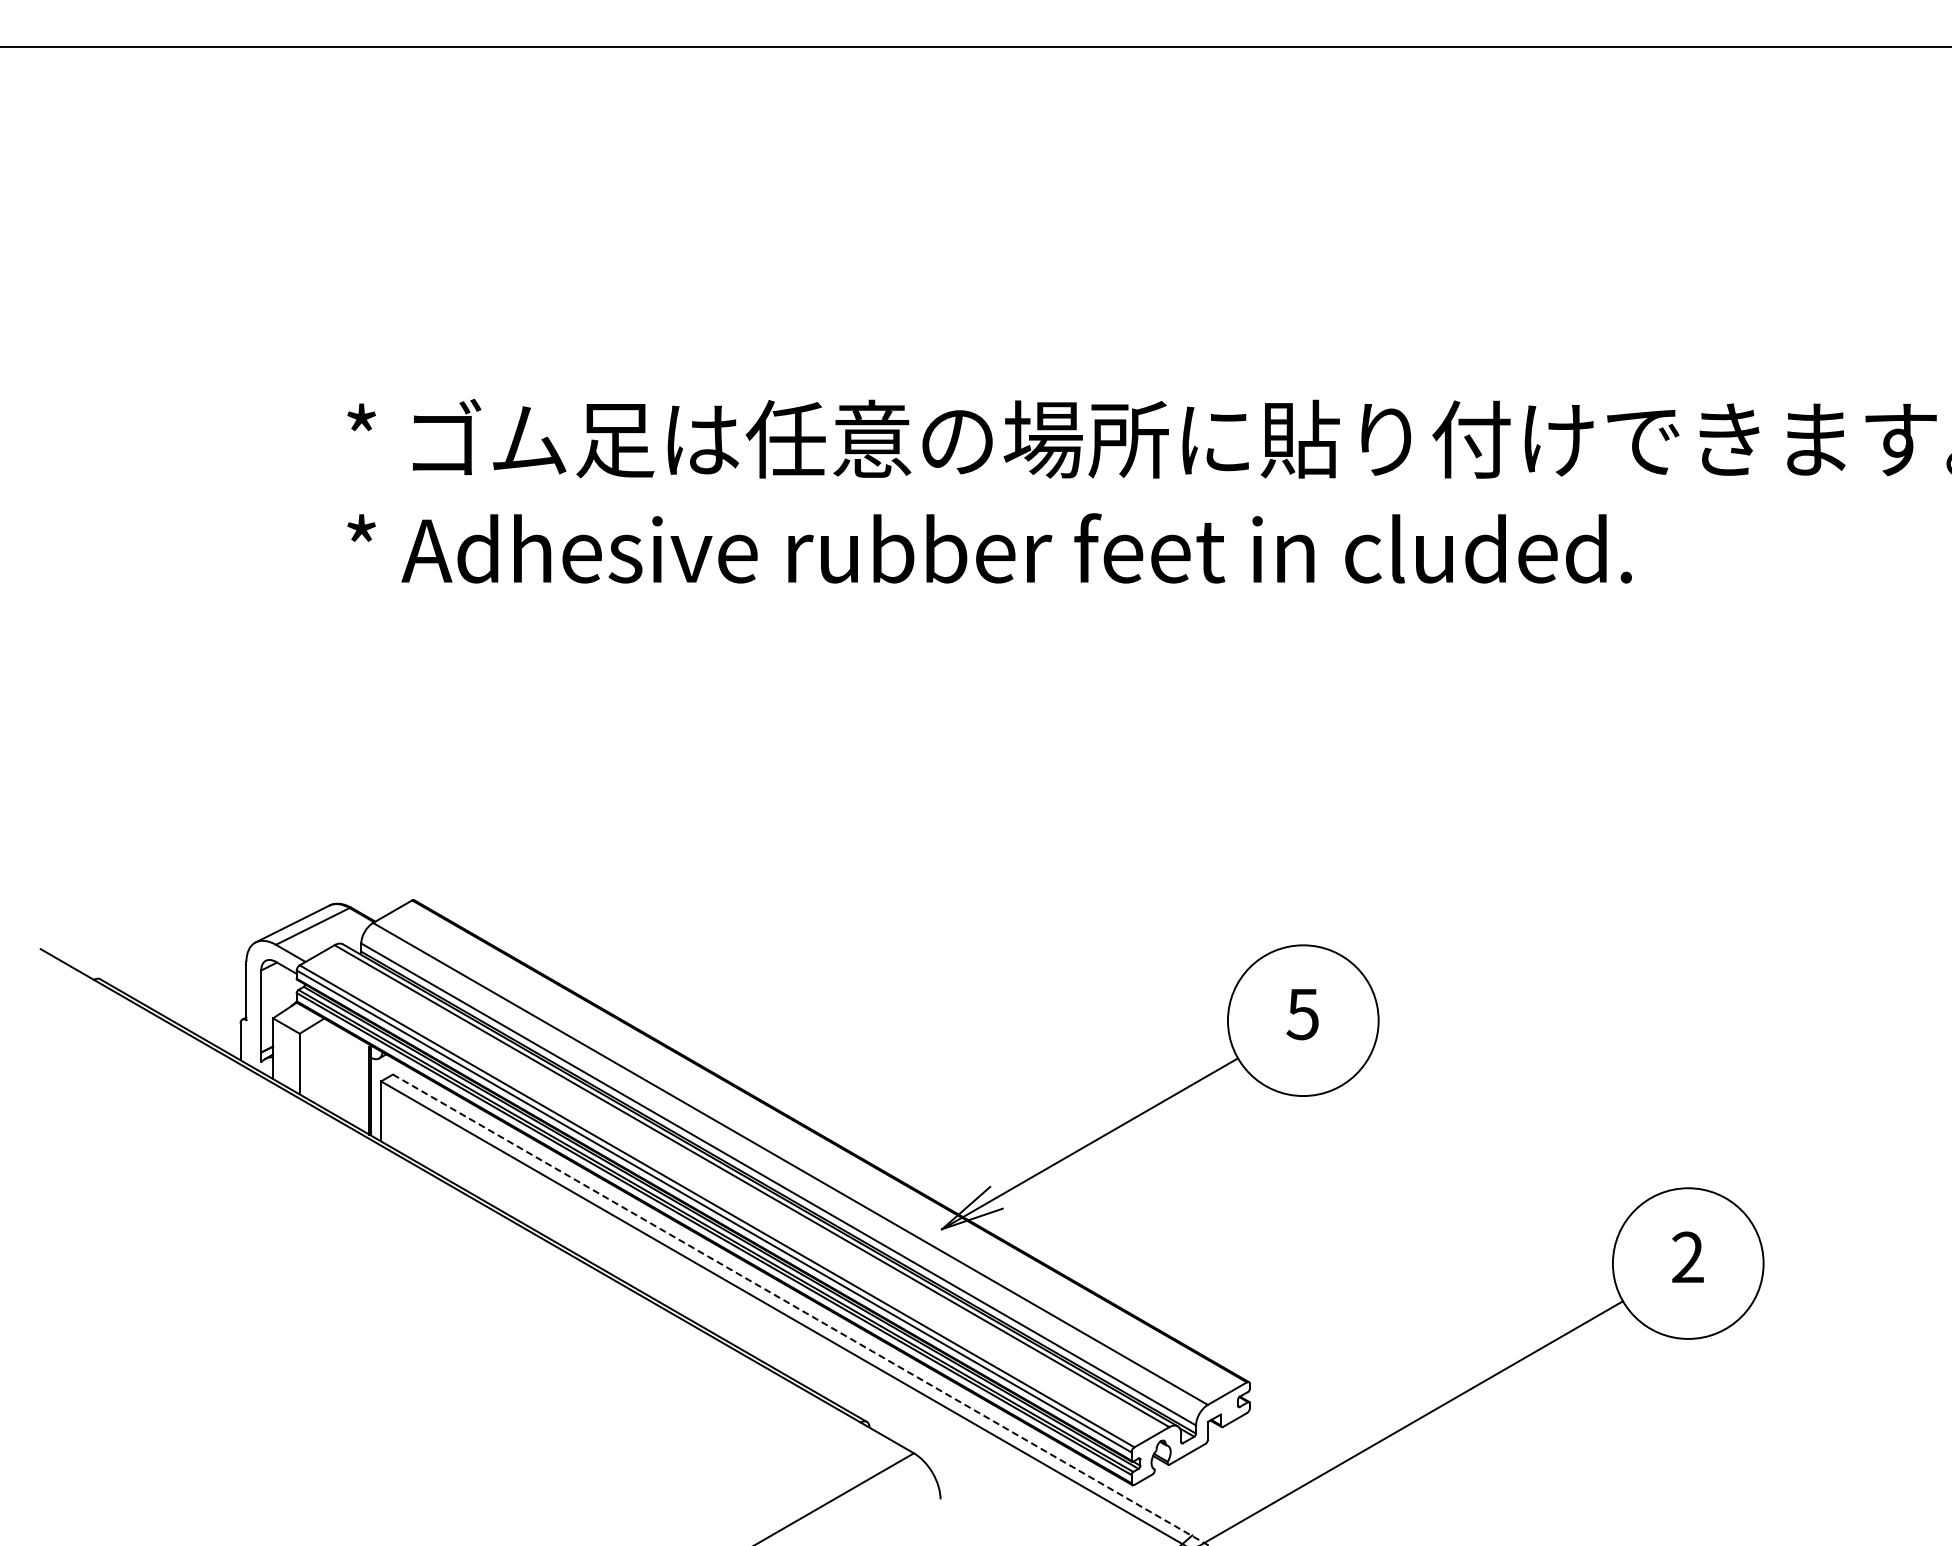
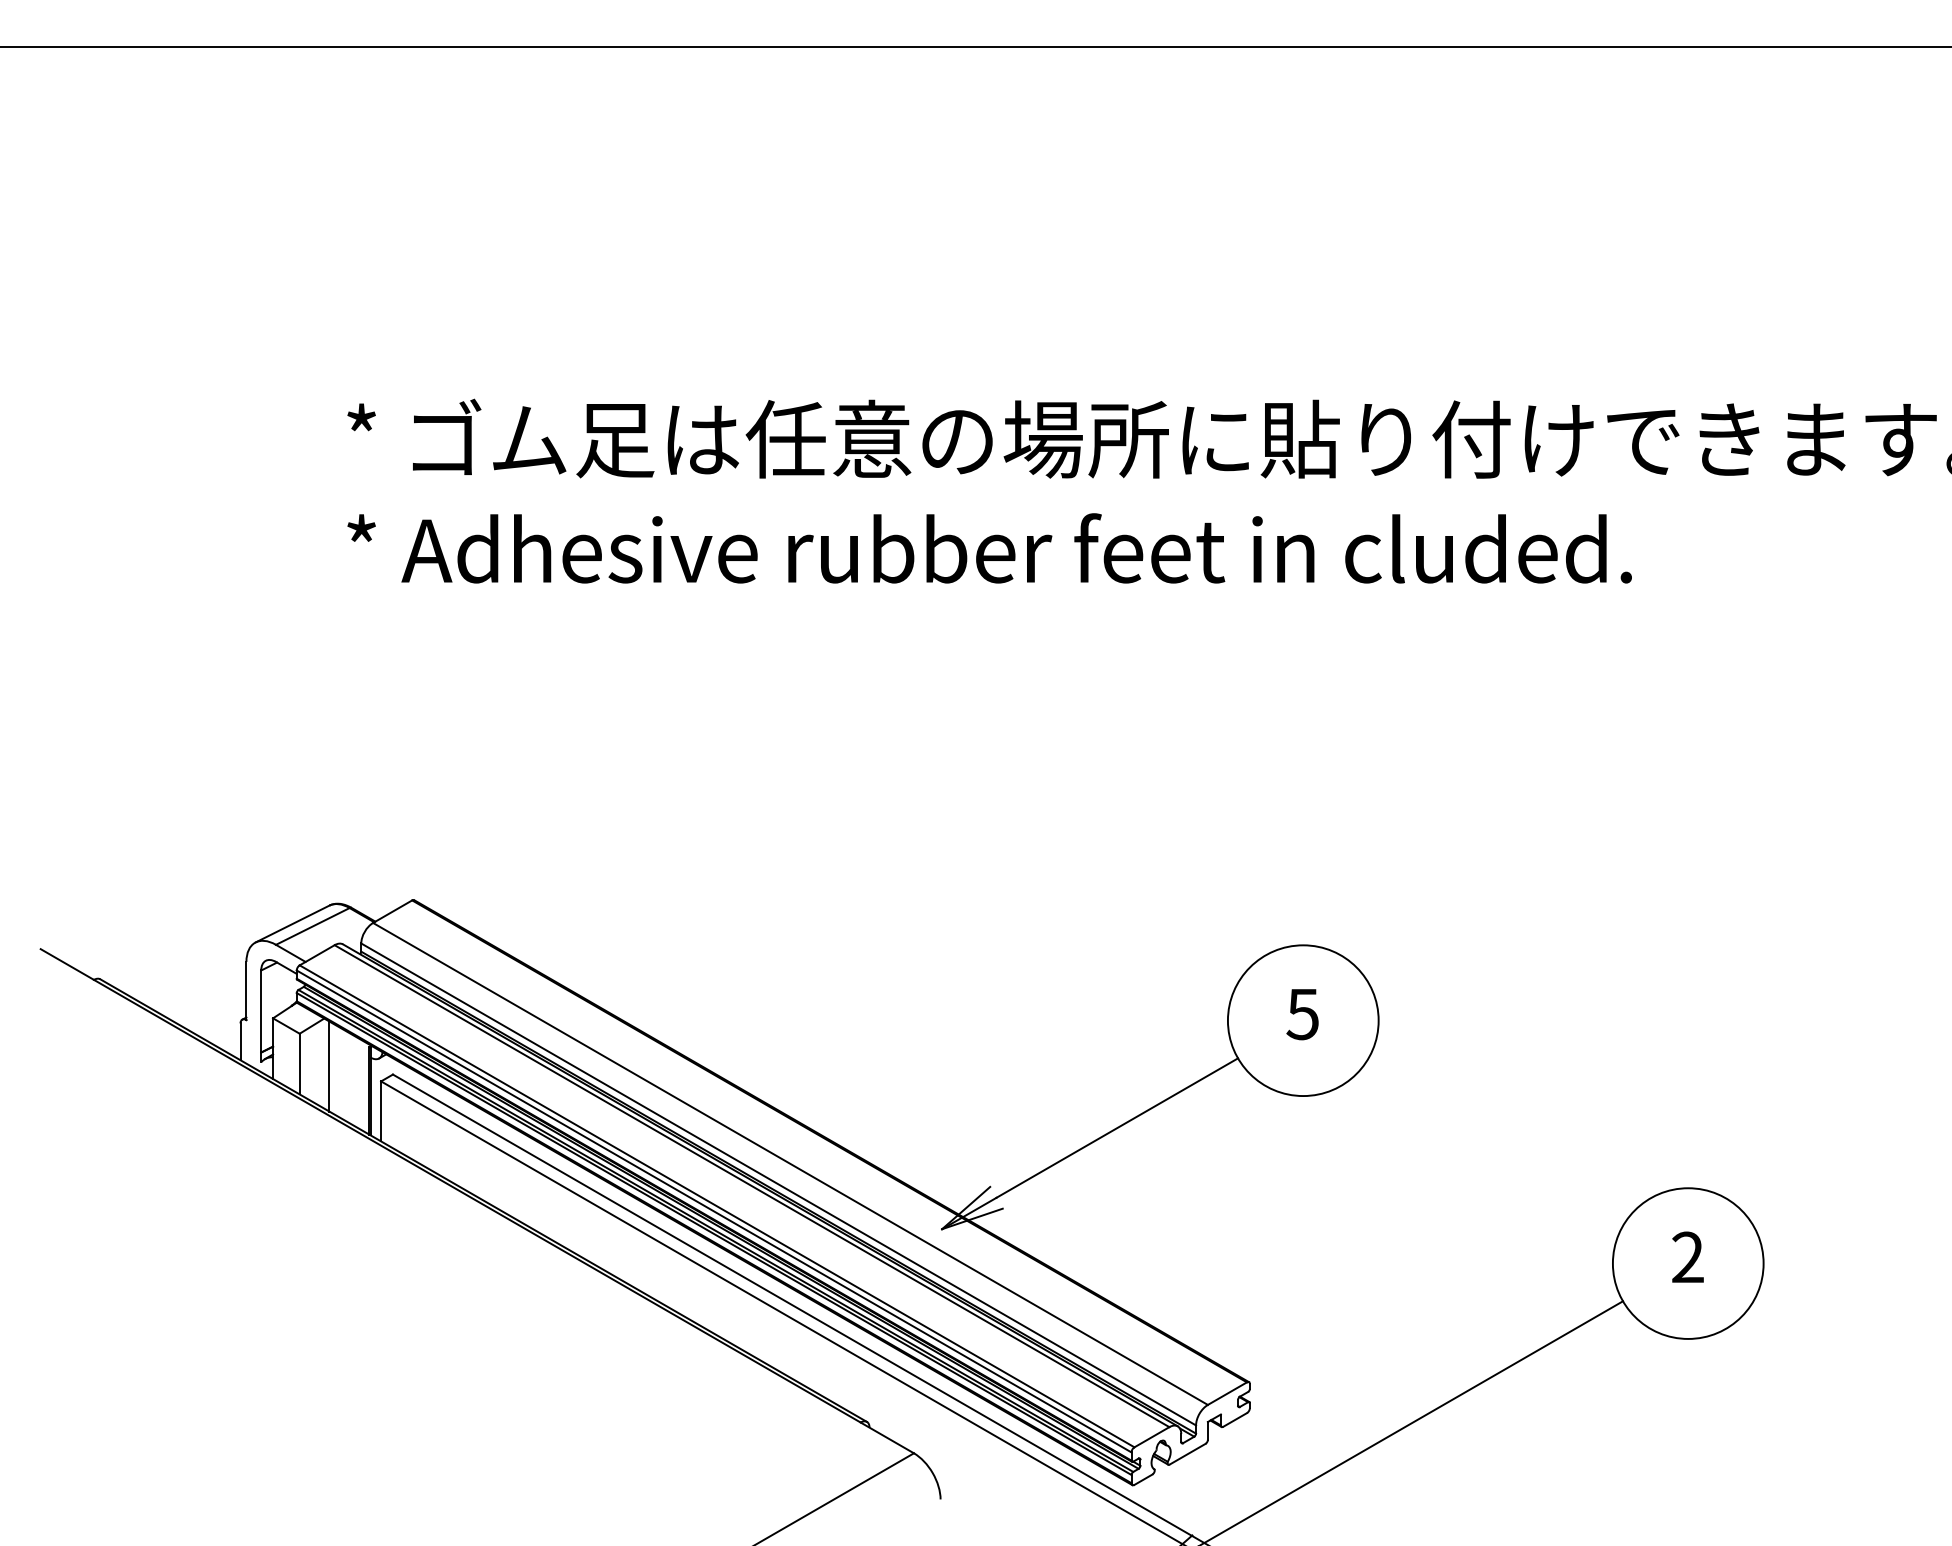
line at (329, 1066): none -> present
line at (801, 1310): dashed -> solid
